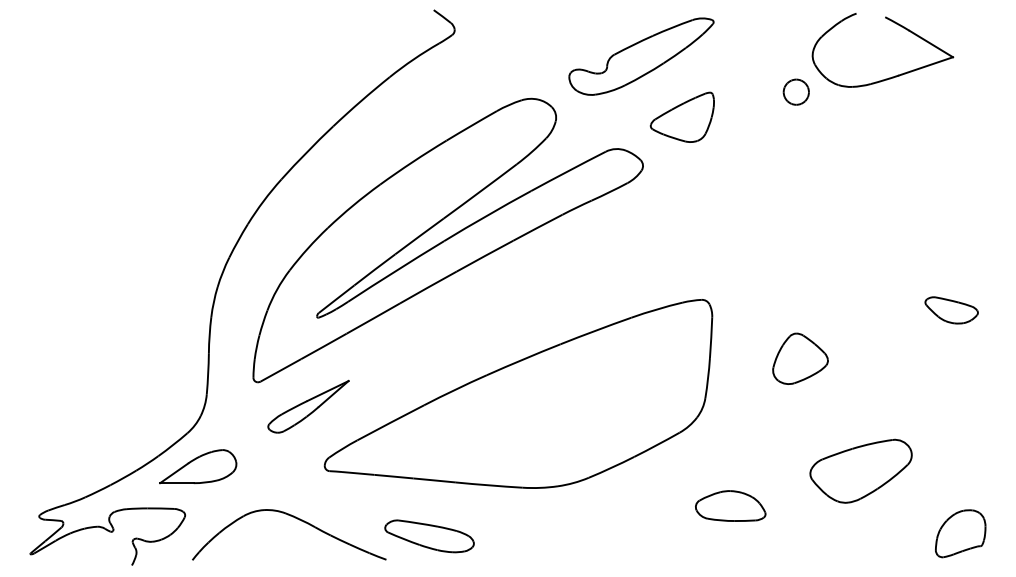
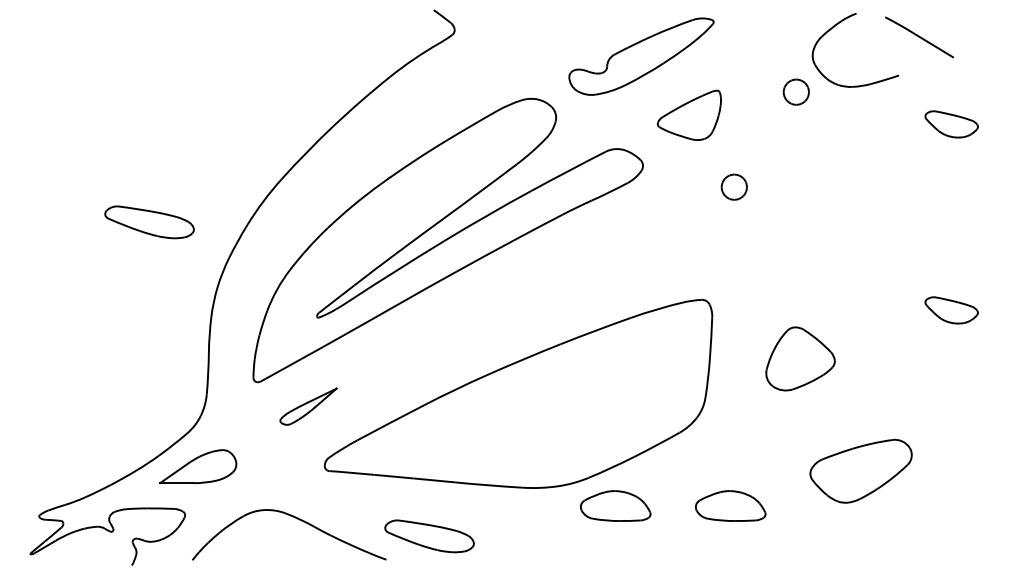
line at (925, 66): present -> none
part at (681, 116) position: (681, 116) -> (688, 114)
part at (951, 124): none -> present
part at (733, 186): none -> present
part at (149, 222): none -> present
part at (800, 358) size: 57x53 px -> 71x66 px
part at (308, 406) size: 83x55 px -> 59x39 px
part at (615, 505): none -> present
part at (960, 533): present -> none
